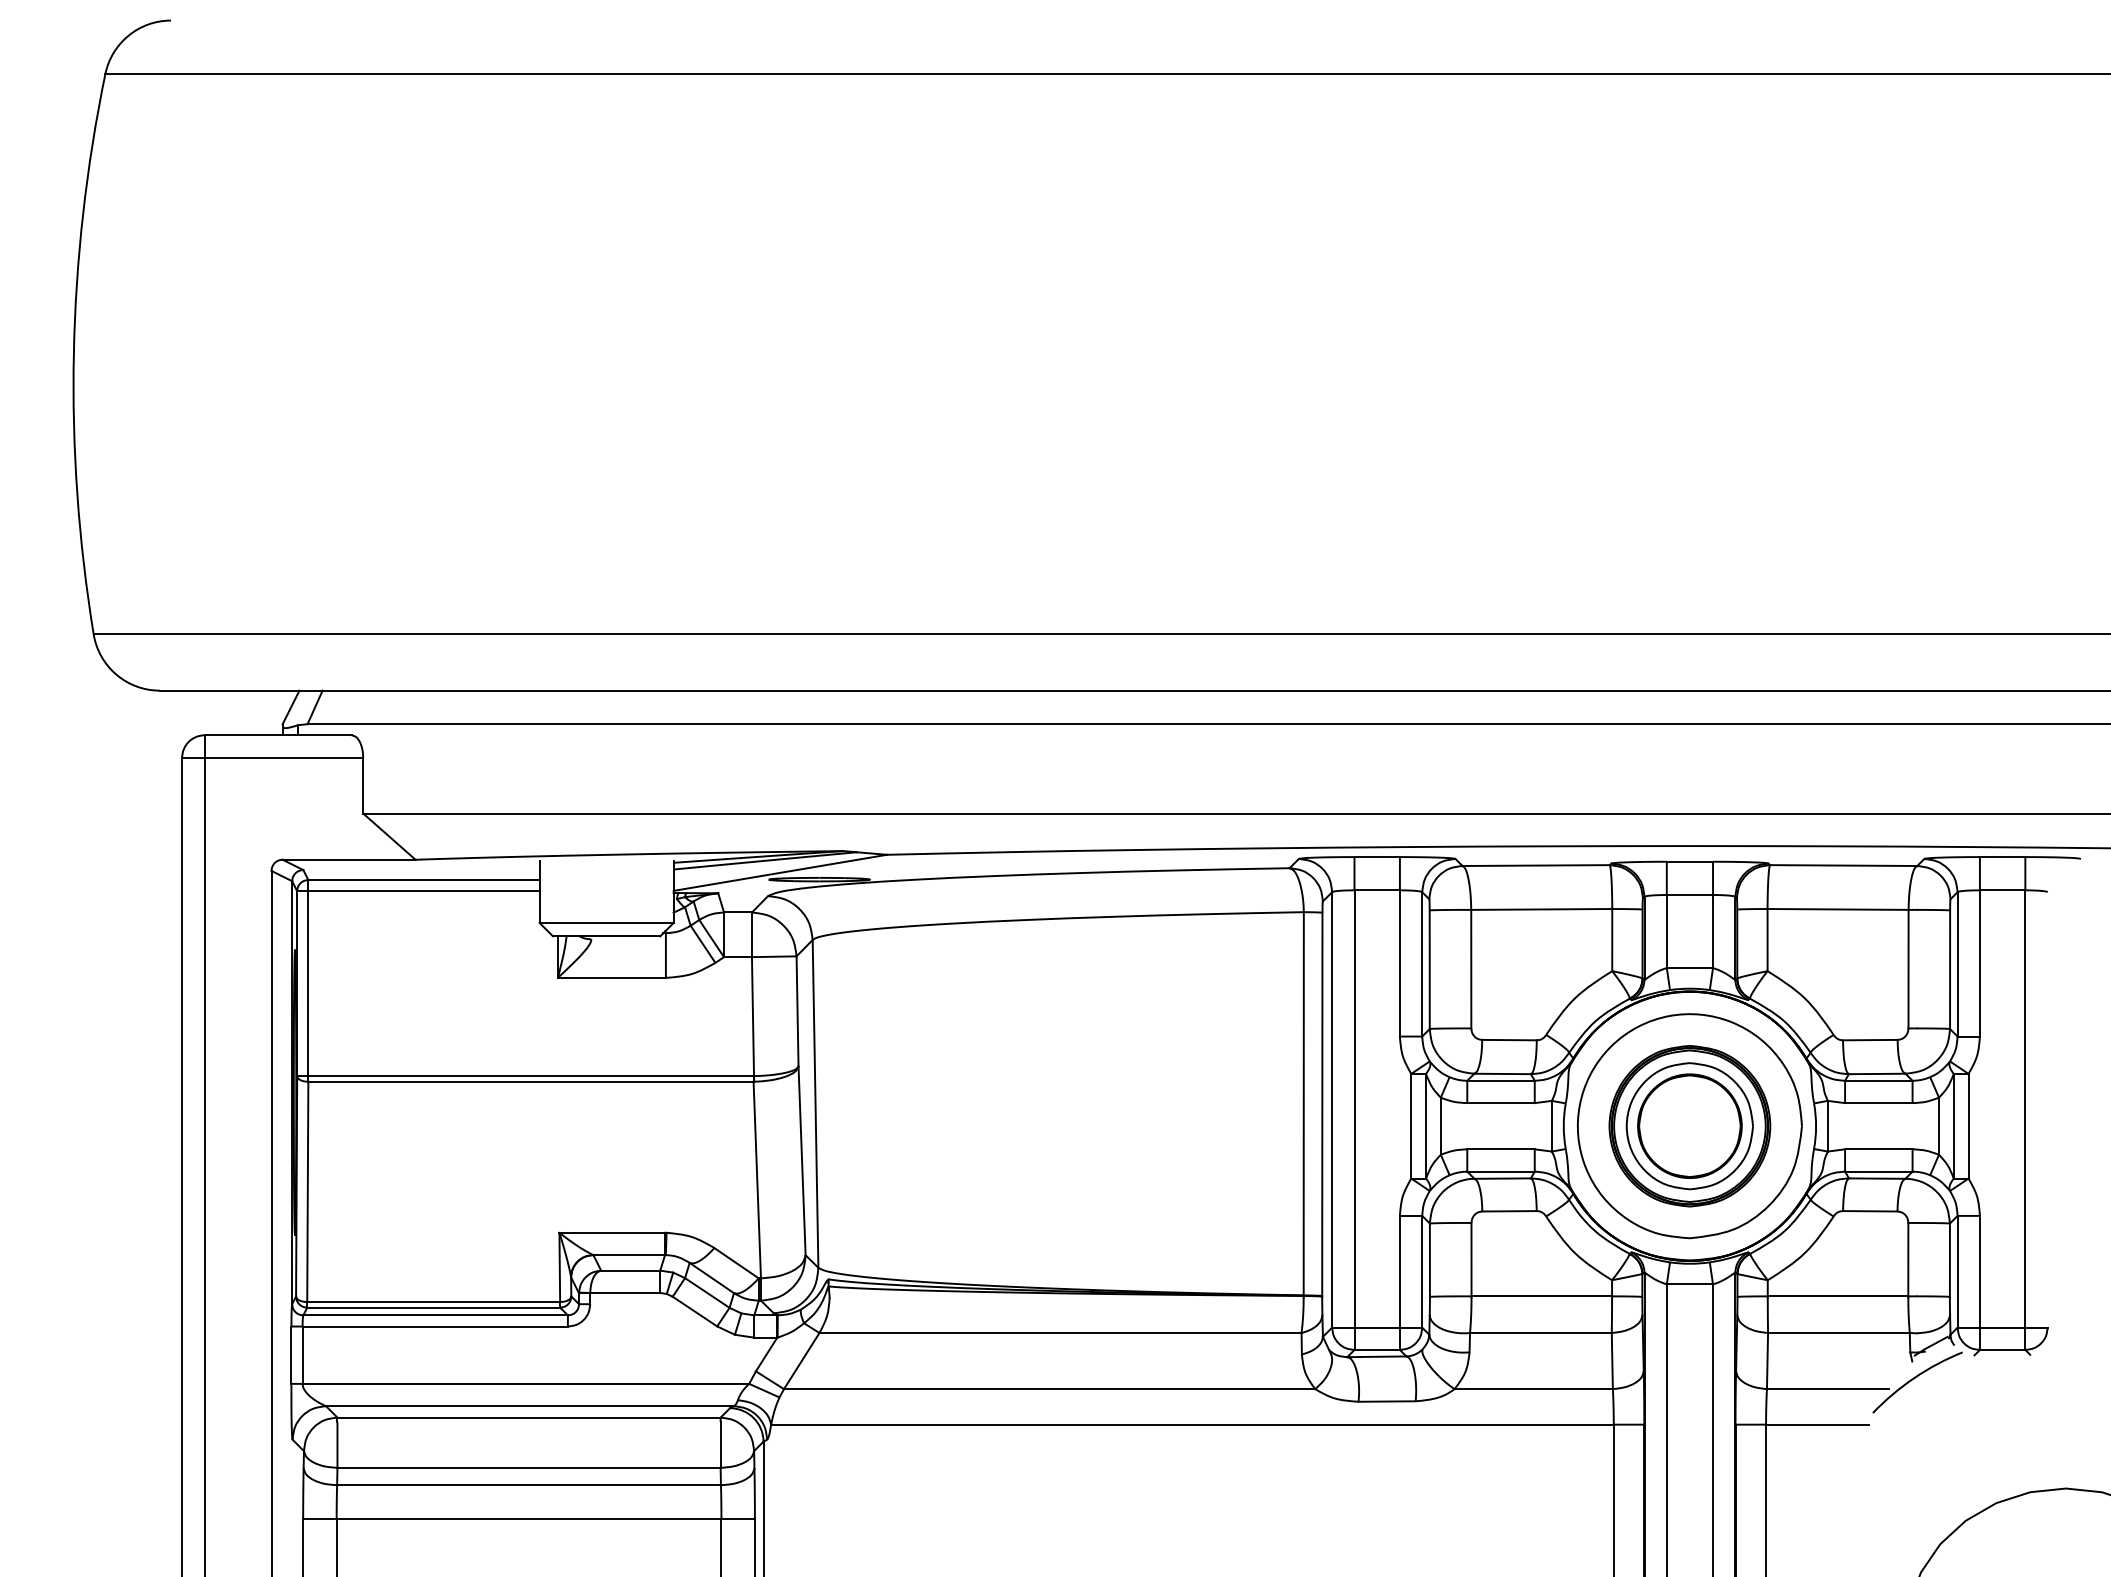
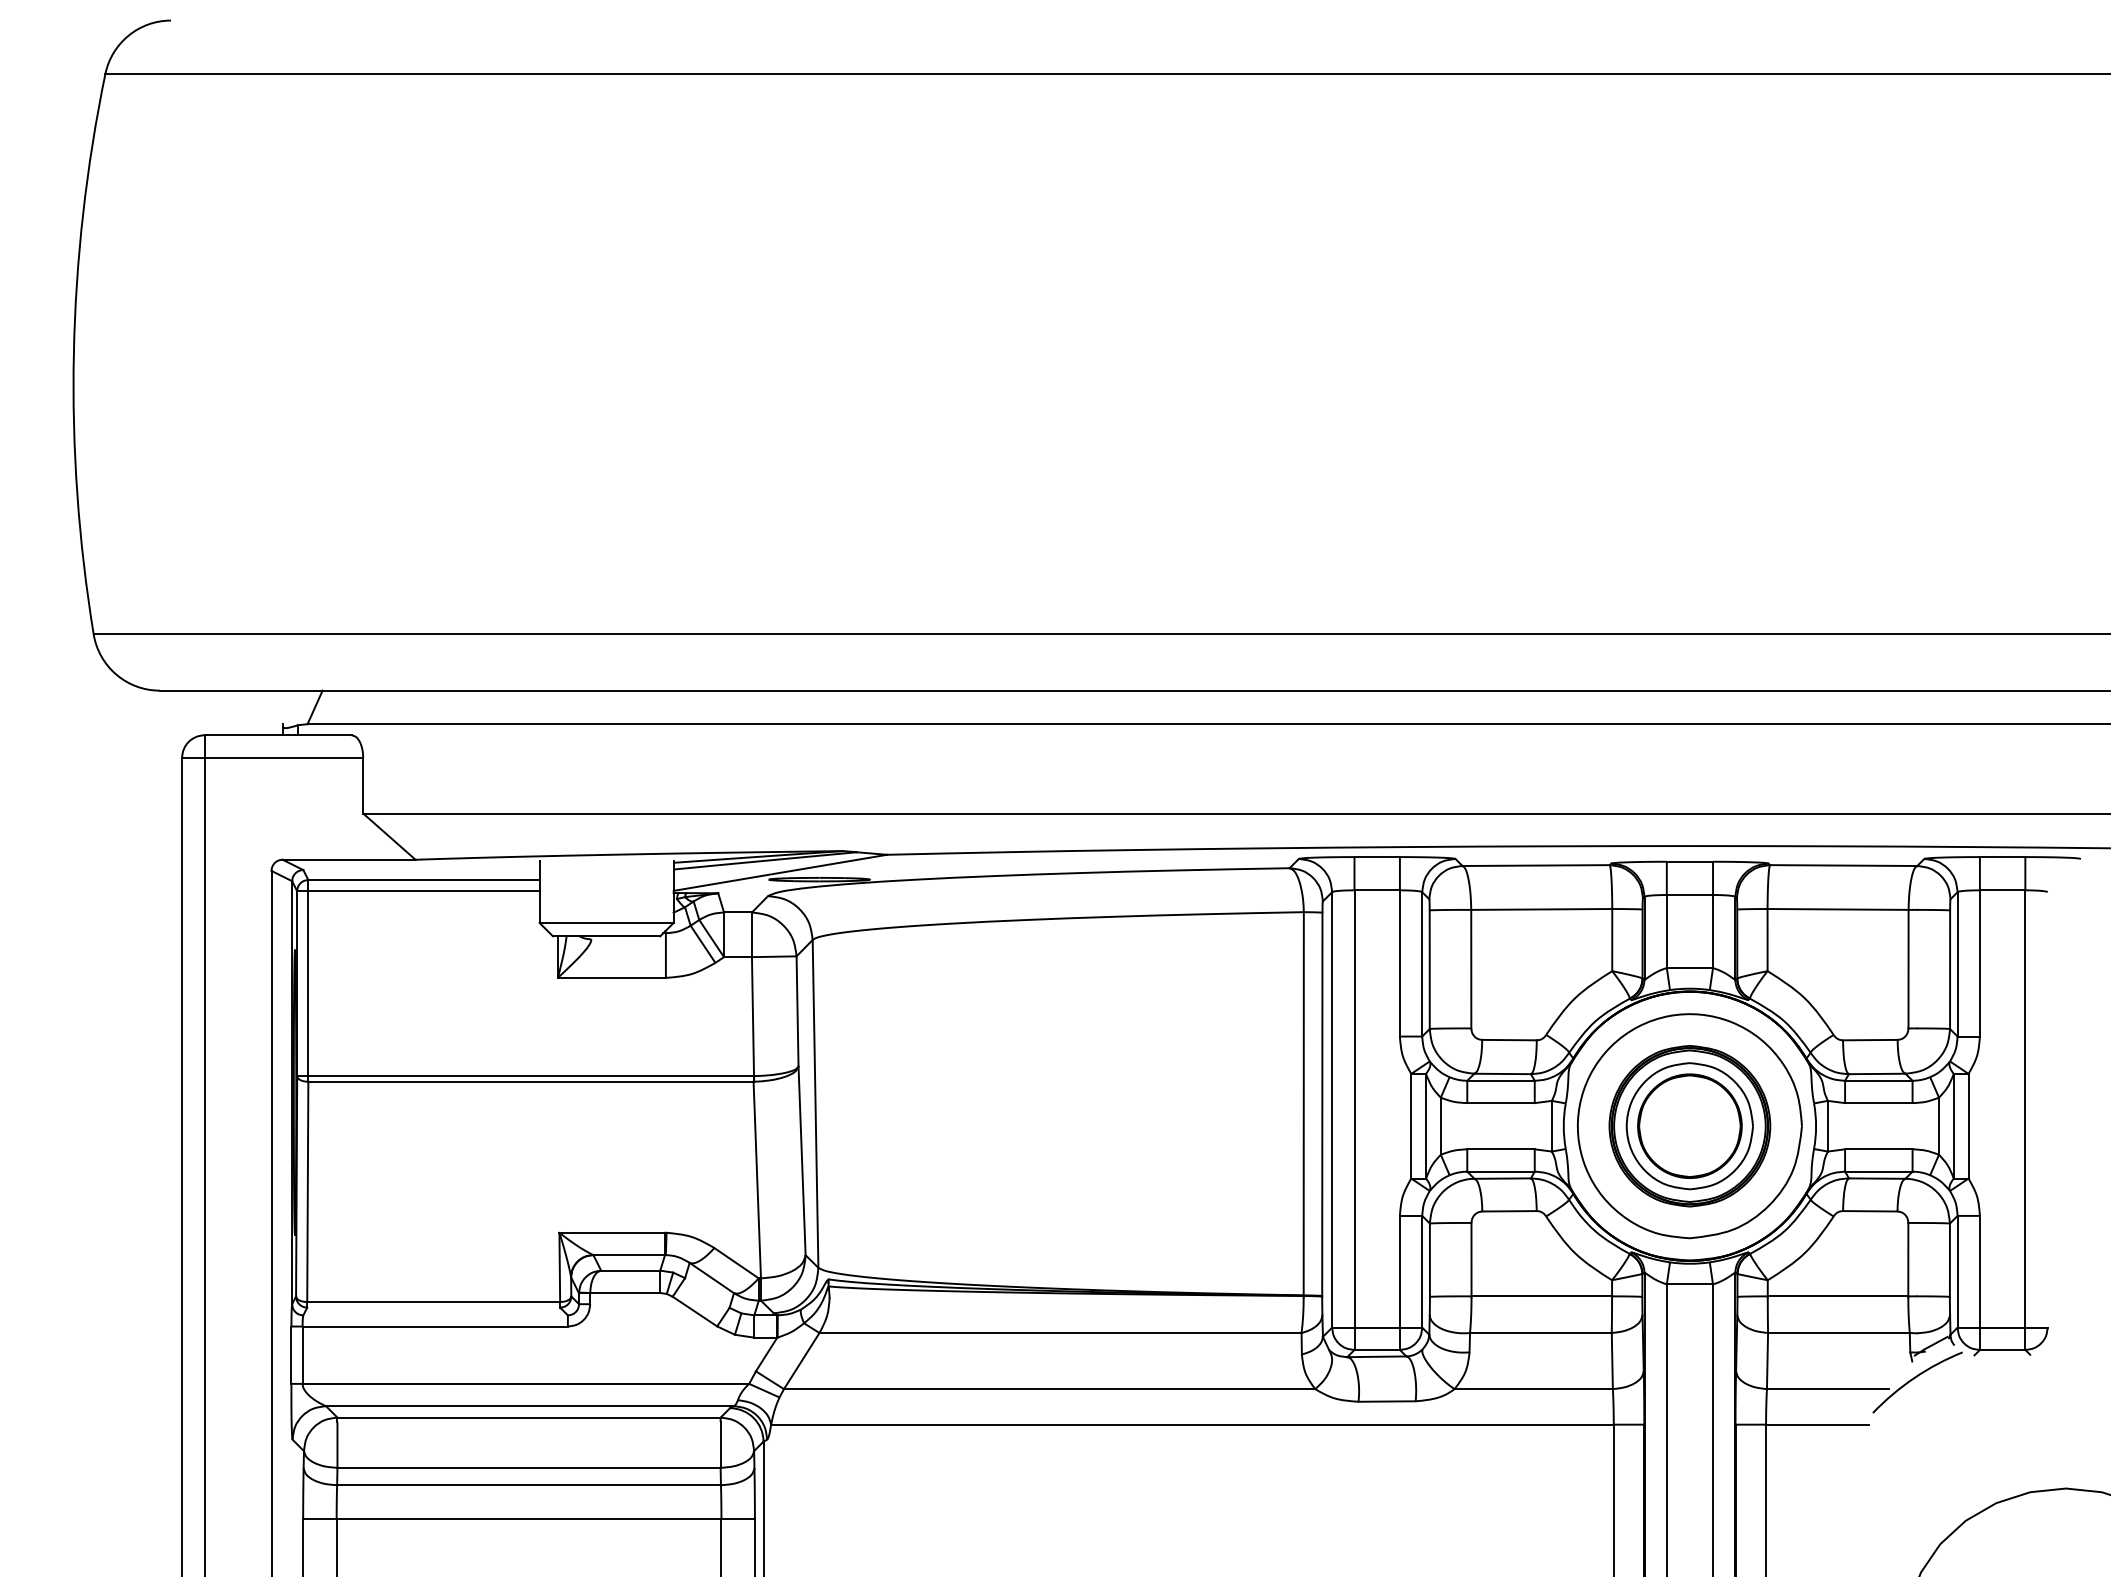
line at (290, 707): present -> none
line at (707, 1292): present -> none
line at (433, 1307): present -> none
line at (435, 1315): present -> none
